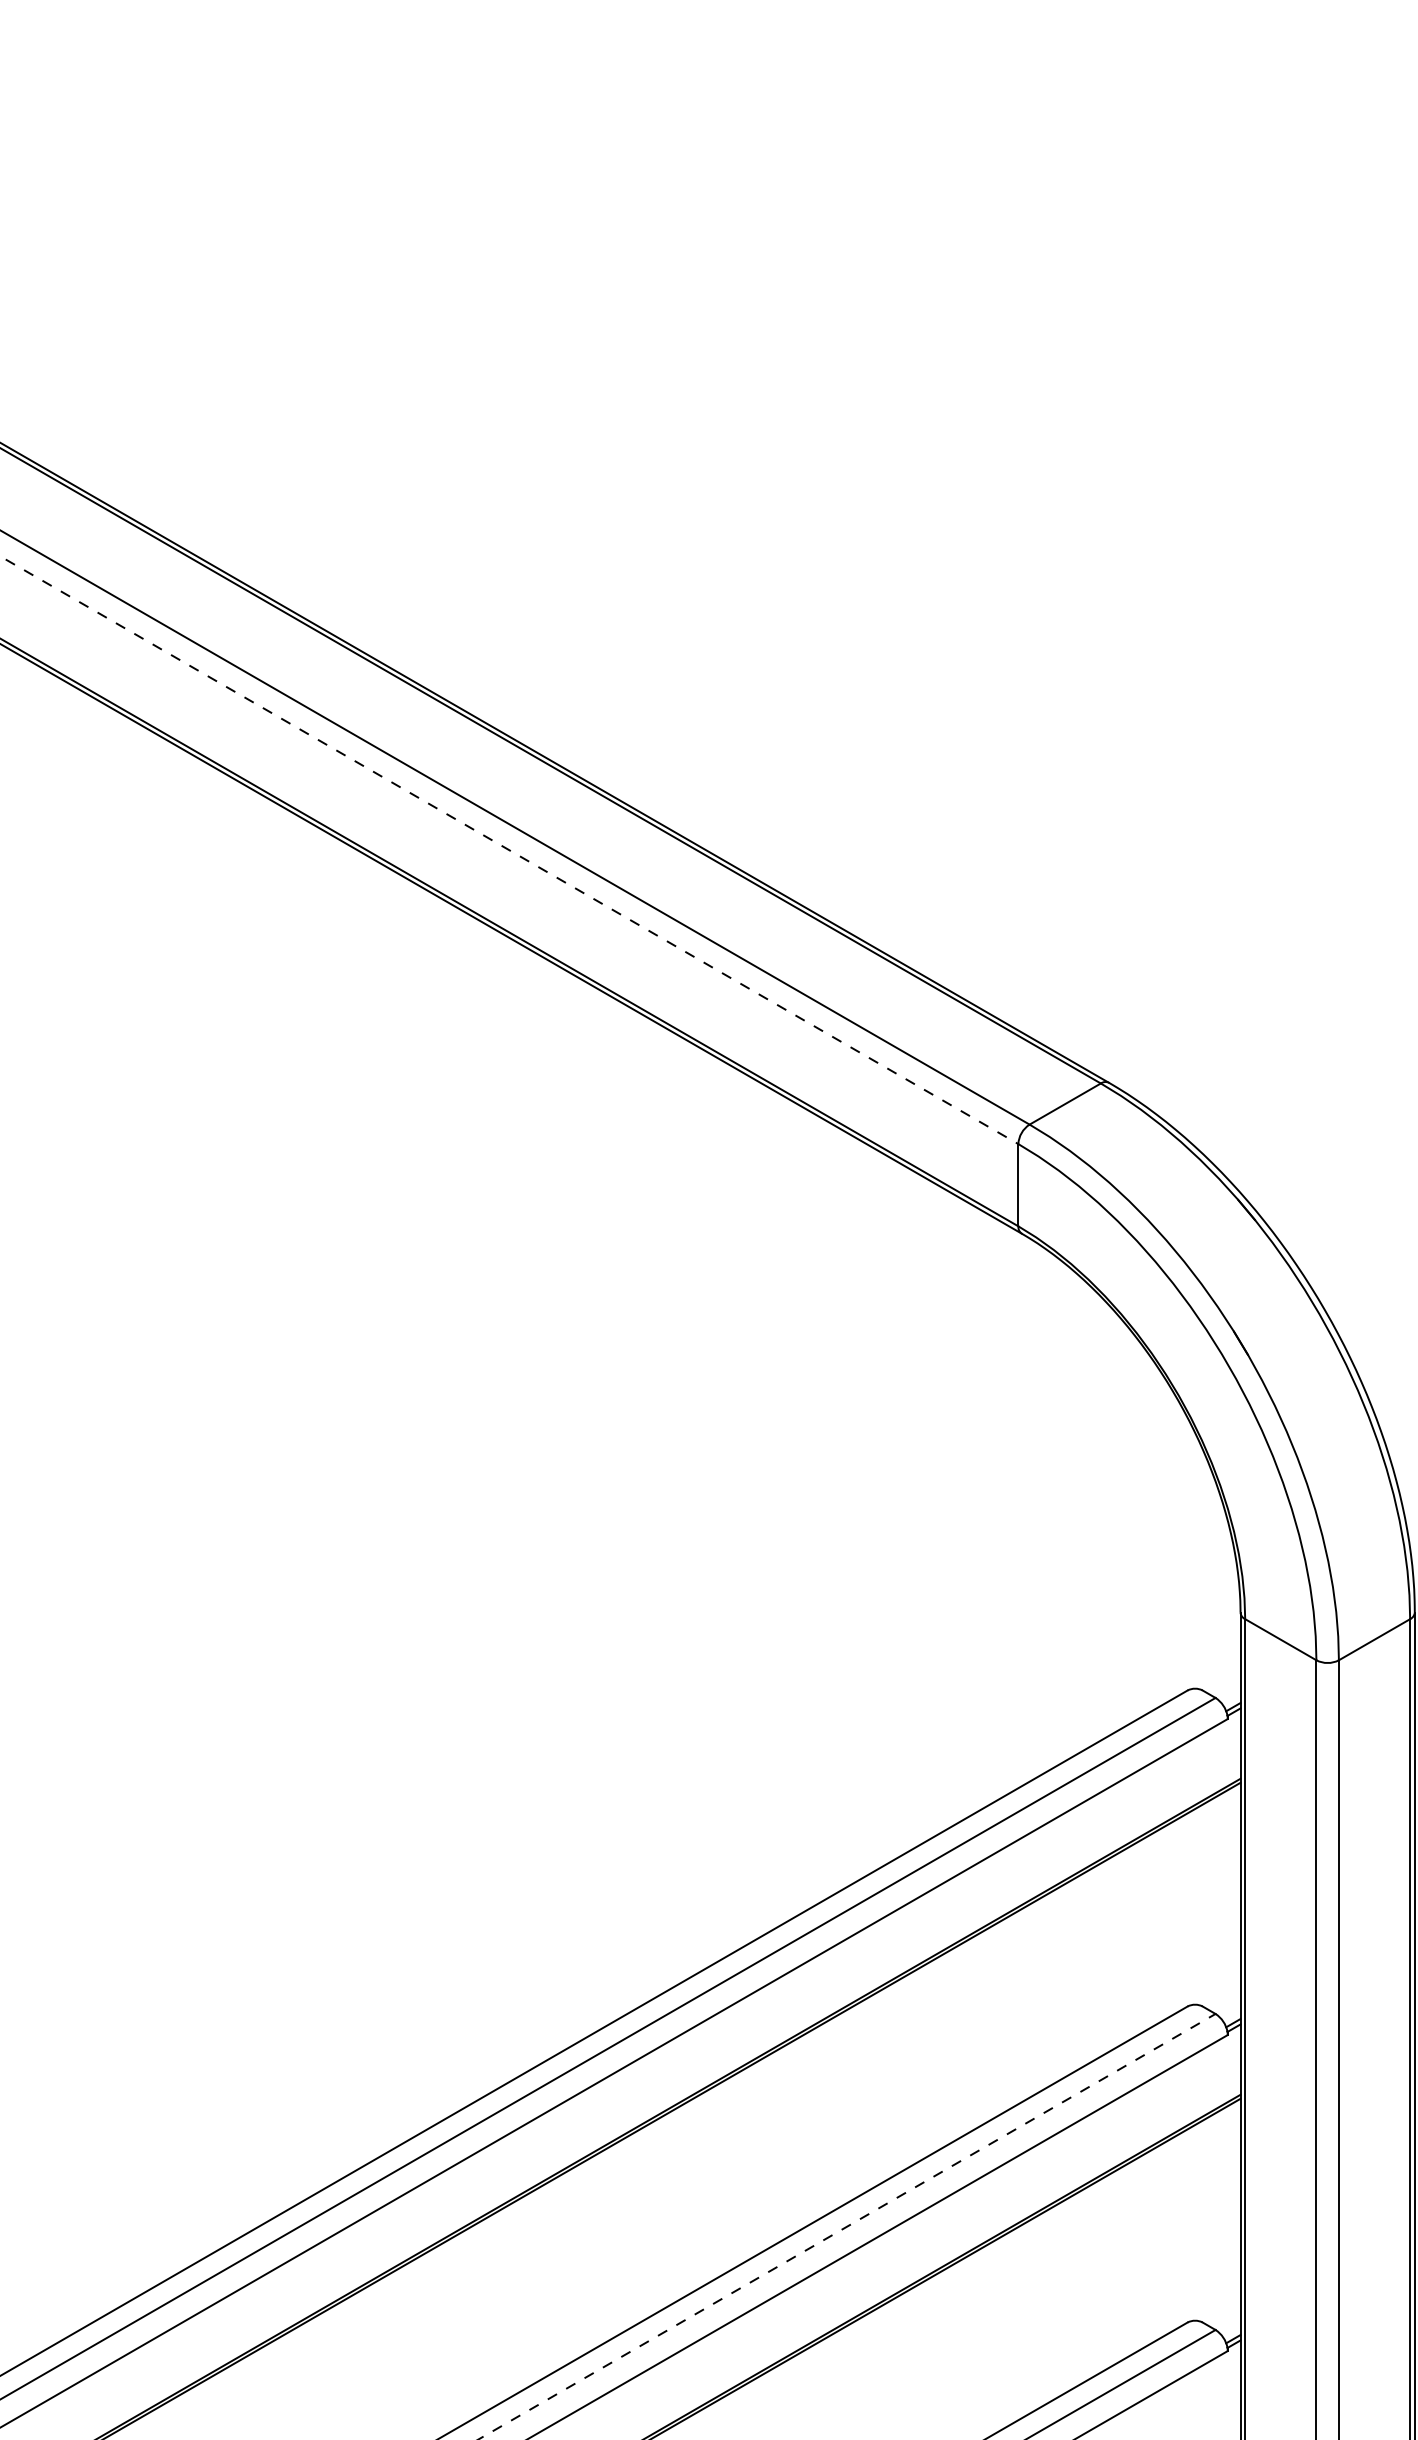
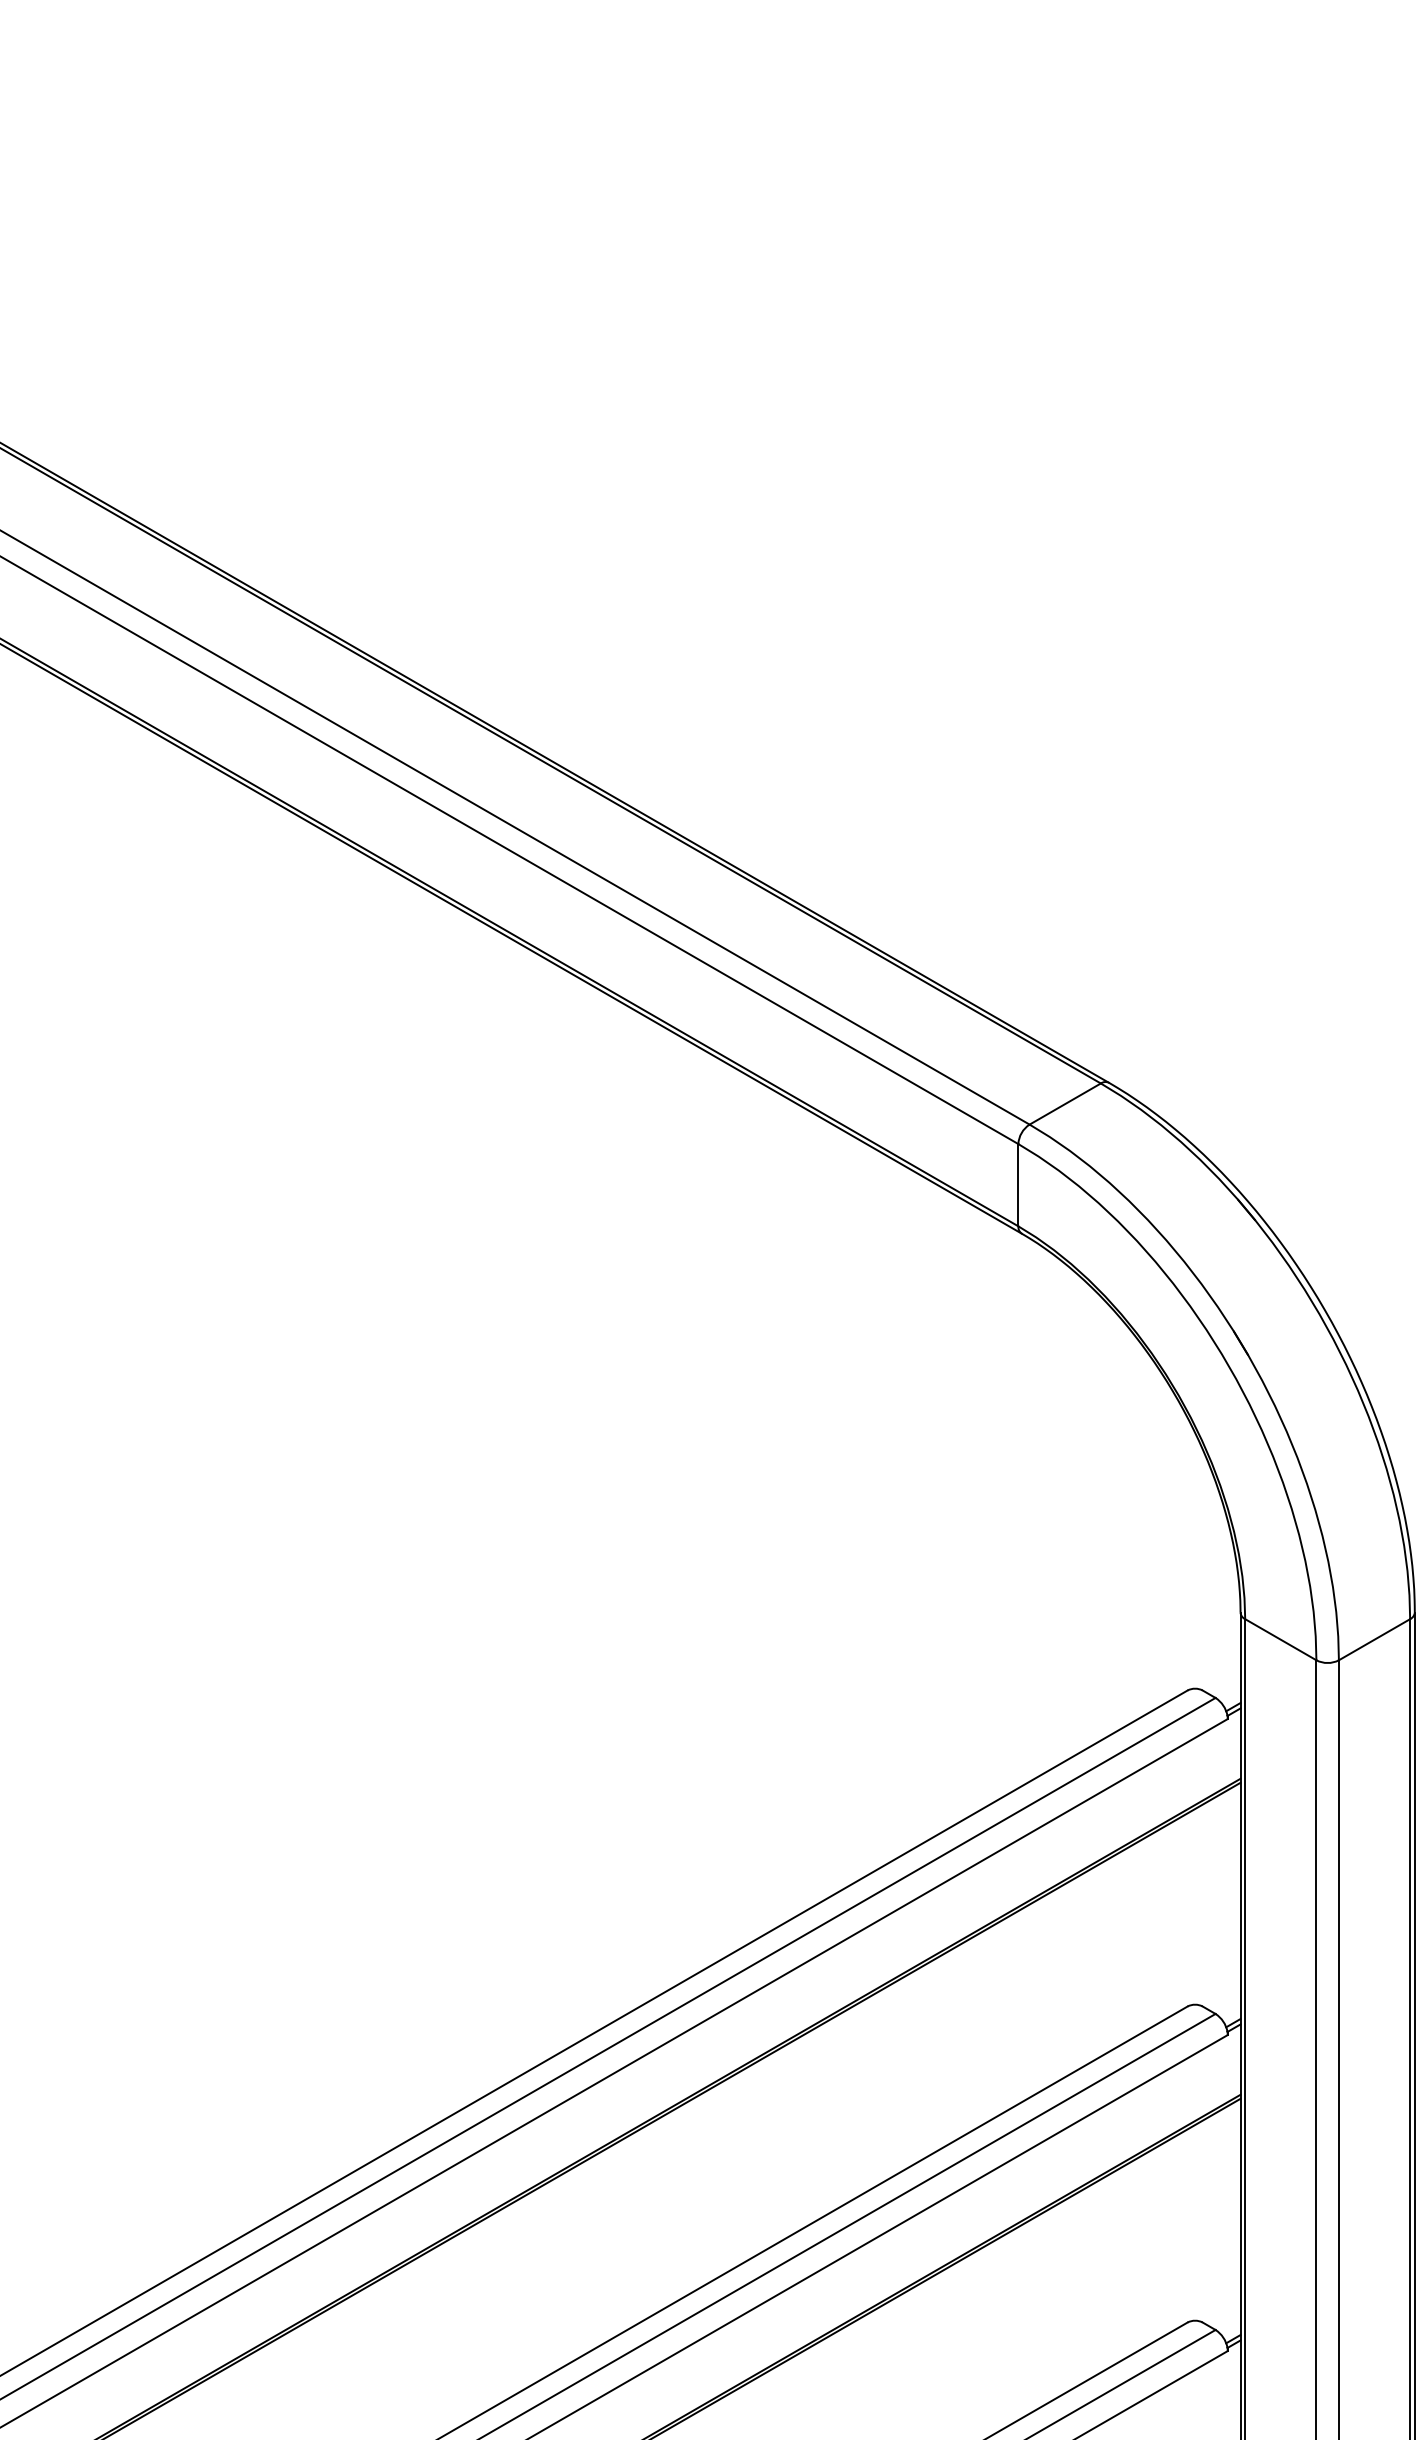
line at (509, 850): dashed -> solid
line at (846, 2226): dashed -> solid
